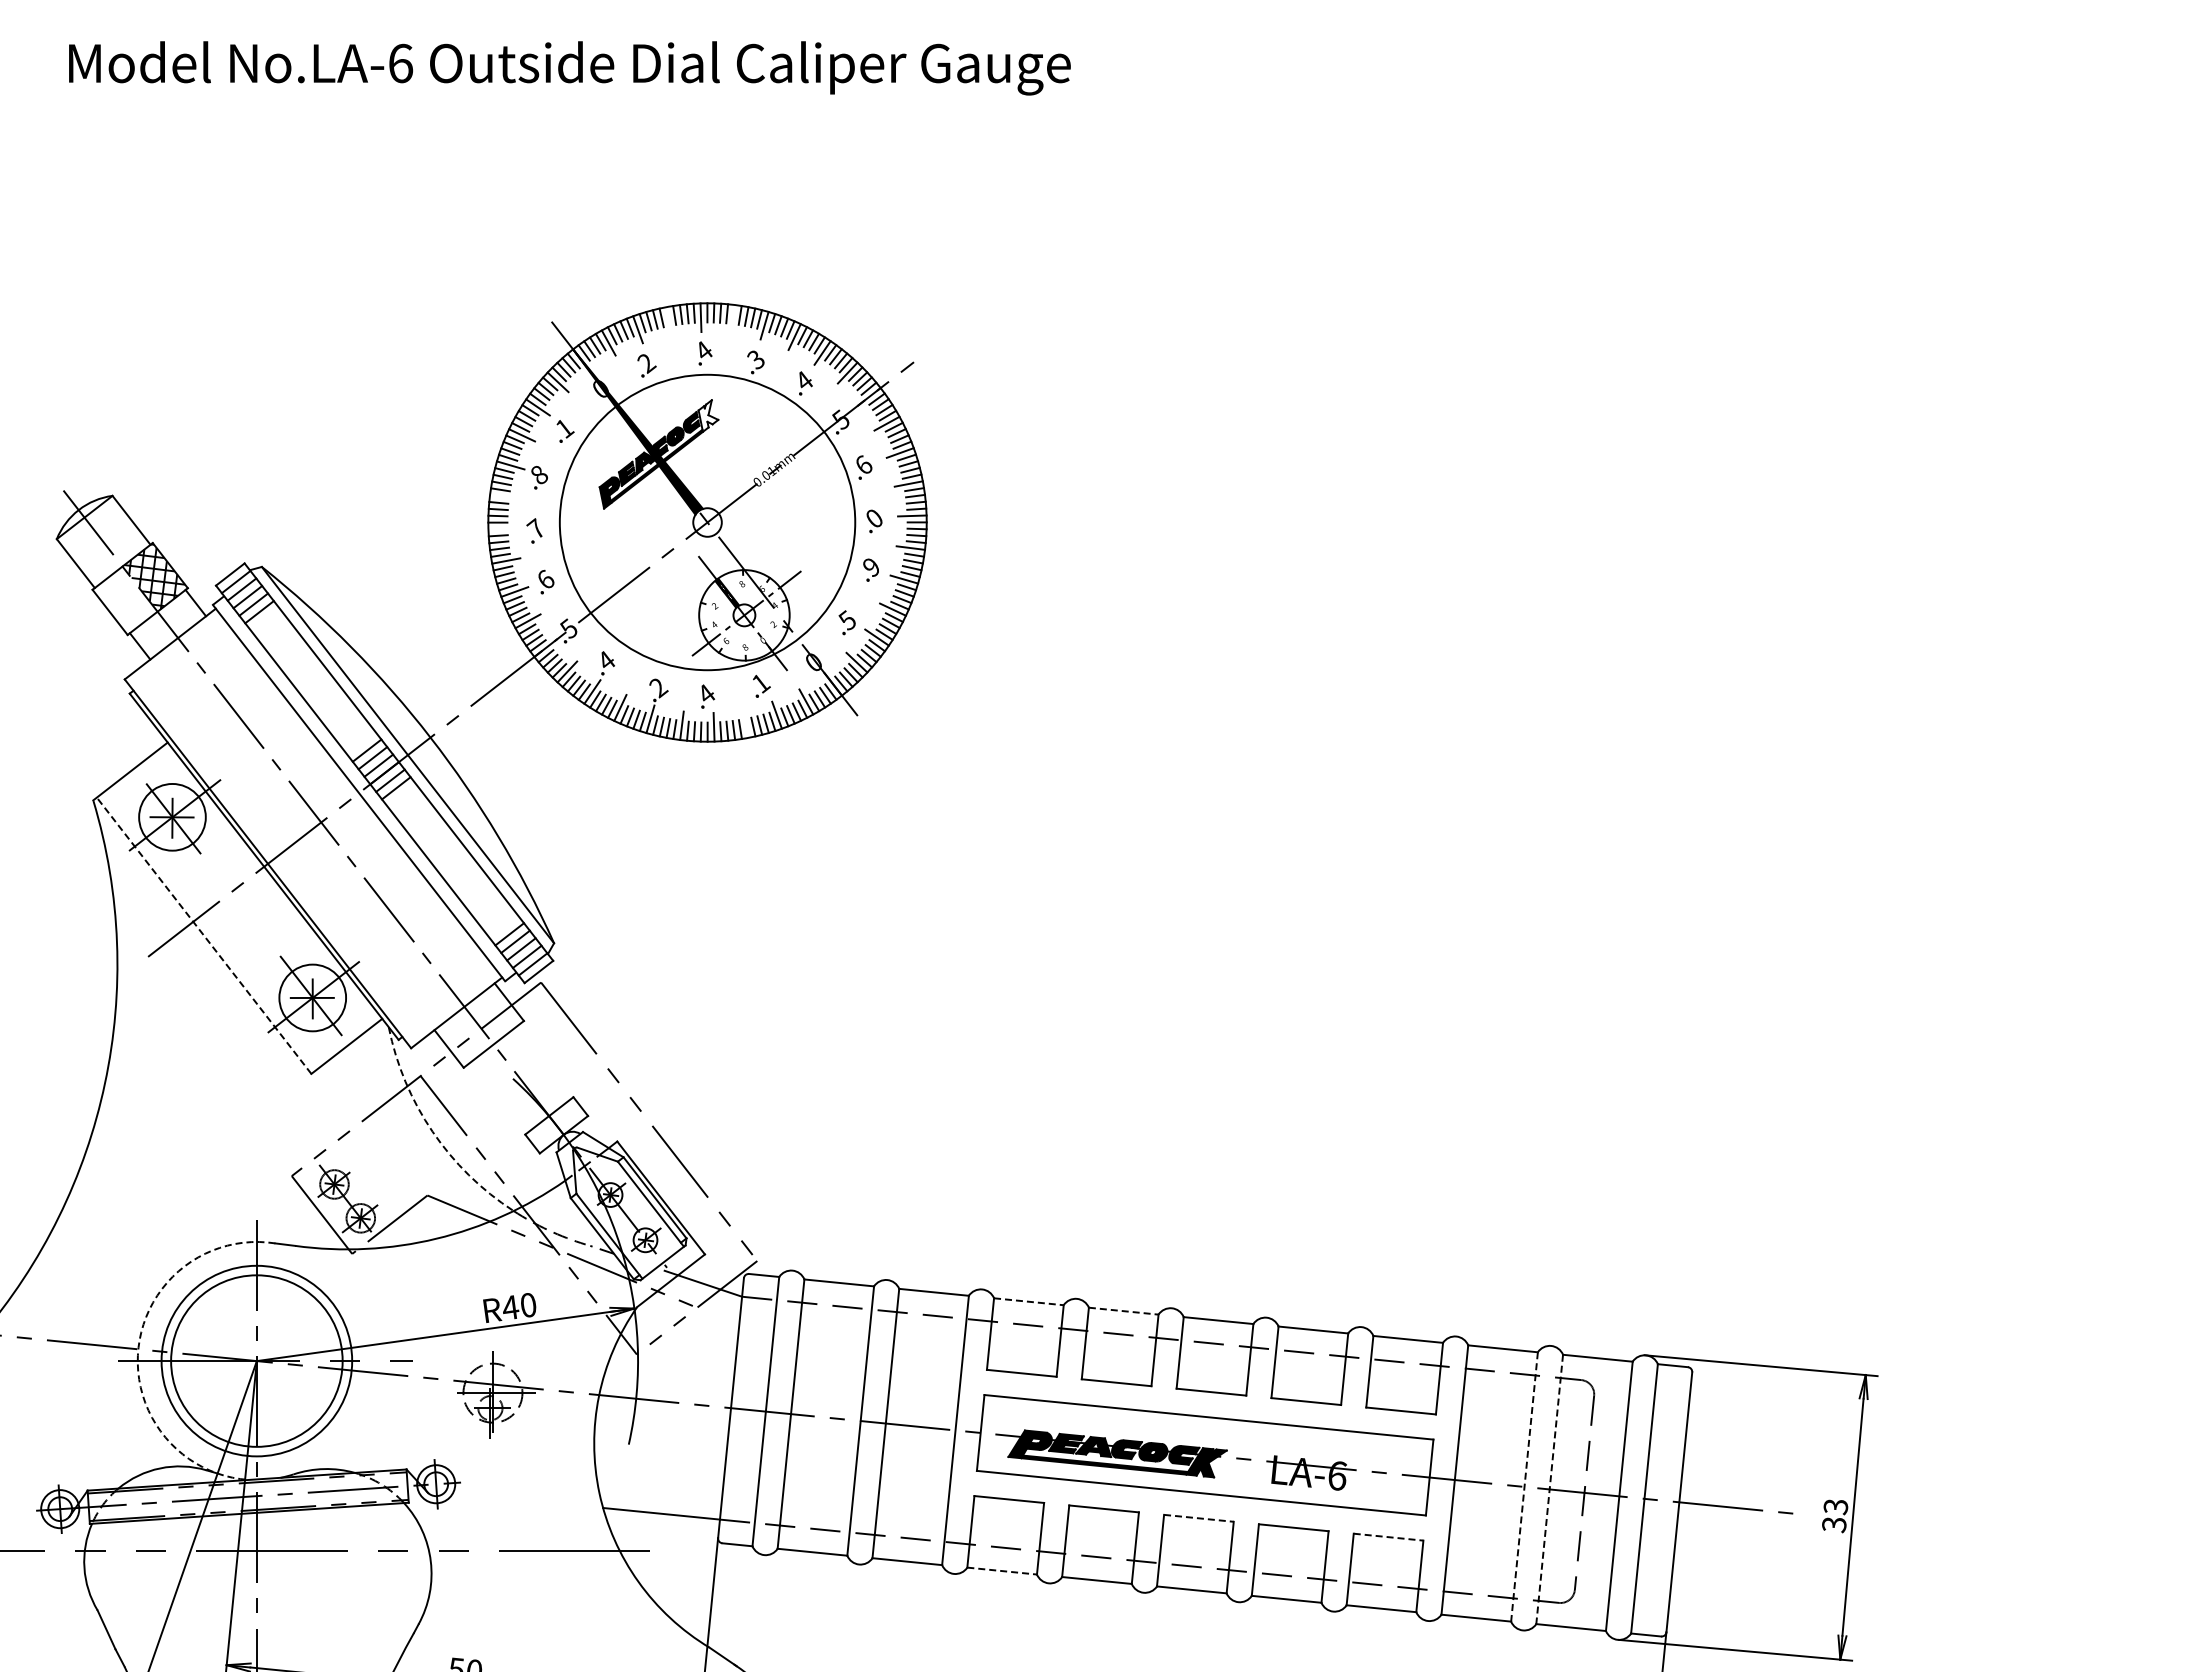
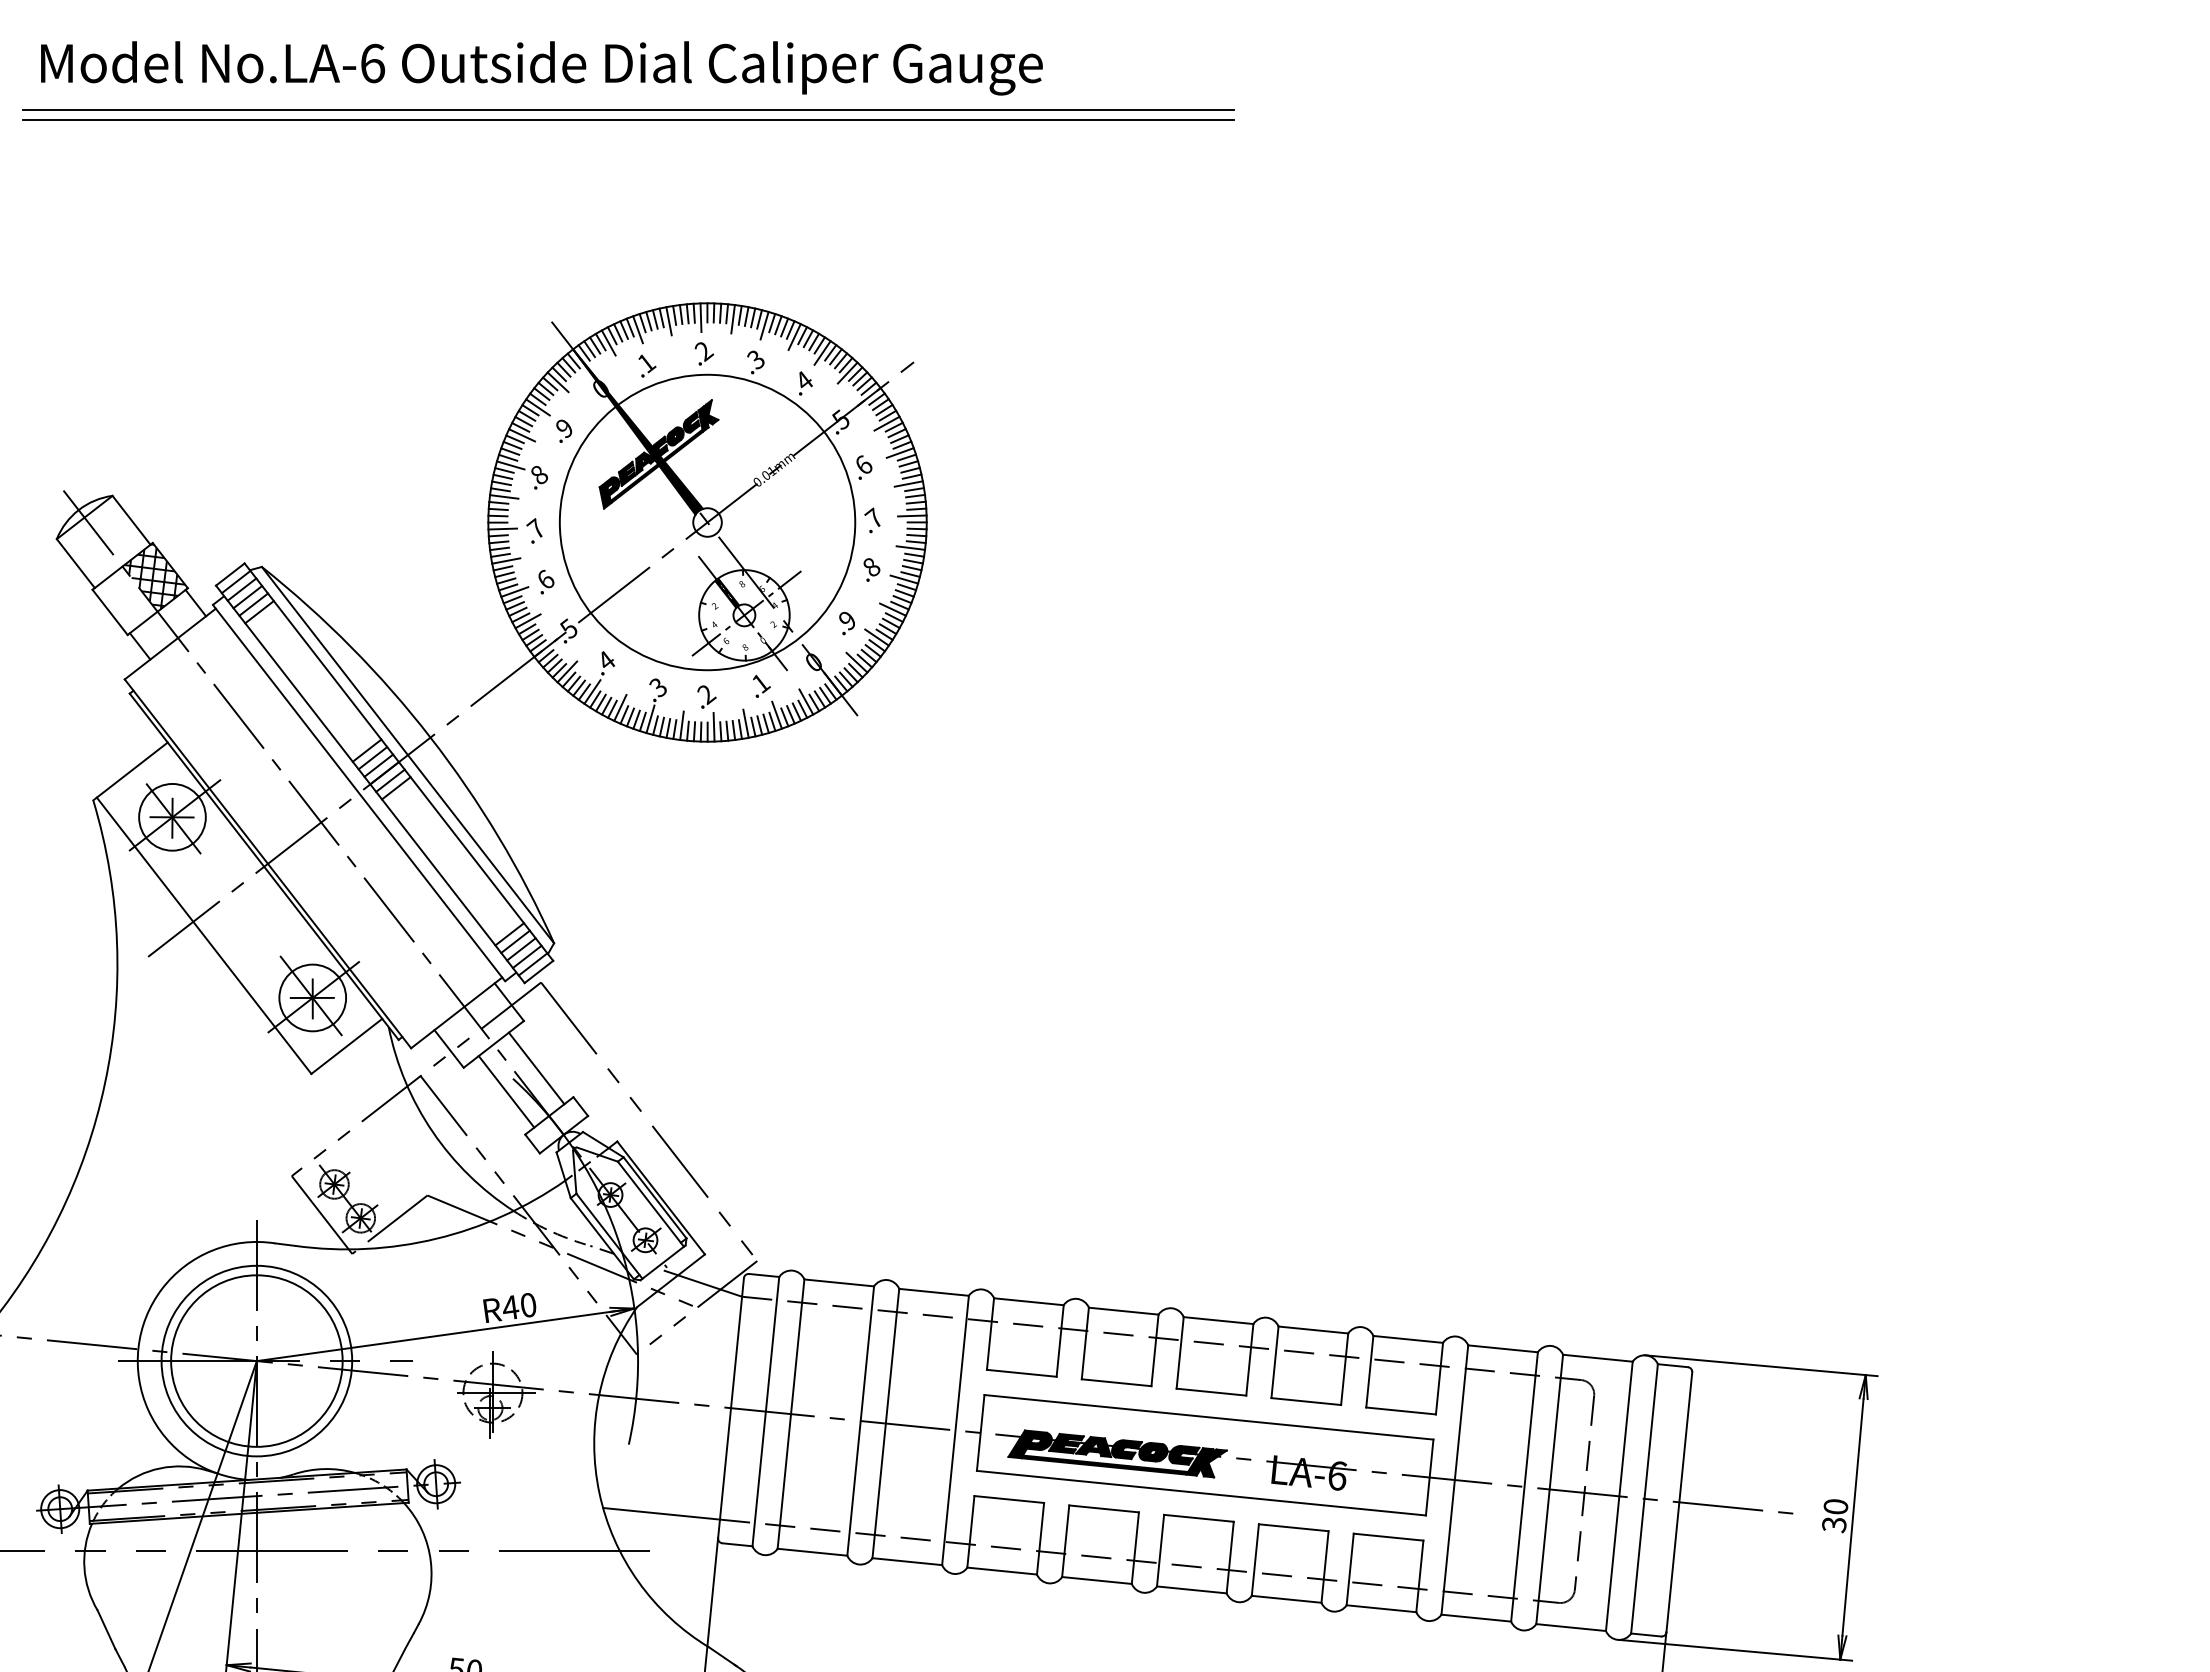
text at (569, 68) position: (569, 68) -> (541, 68)
line at (628, 110): none -> present
line at (628, 120): none -> present
line at (732, 319): none -> present
line at (668, 321): none -> present
text at (704, 351): .4 -> .2
text at (646, 363): .2 -> .1
fill at (708, 415): none -> present
text at (565, 428): .1 -> .9
line at (504, 496): none -> present
text at (873, 517): .0 -> .7
line at (502, 528): none -> present
text at (871, 567): .9 -> .8
text at (846, 620): .5 -> .9
text at (658, 688): .2 -> .3
text at (706, 694): .4 -> .2
line at (745, 723): none -> present
line at (204, 935): dashed -> solid
line at (536, 1068): none -> present
line at (506, 1091): none -> present
arc at (432, 1131): dashed -> solid
line at (1029, 1301): dashed -> solid
line at (1124, 1311): dashed -> solid
arc at (138, 1347): dashed -> solid
line at (1524, 1487): dashed -> solid
line at (1549, 1489): dashed -> solid
text at (1835, 1507): 33 -> 30
line at (1199, 1518): dashed -> solid
line at (1389, 1537): dashed -> solid
line at (1002, 1571): dashed -> solid
